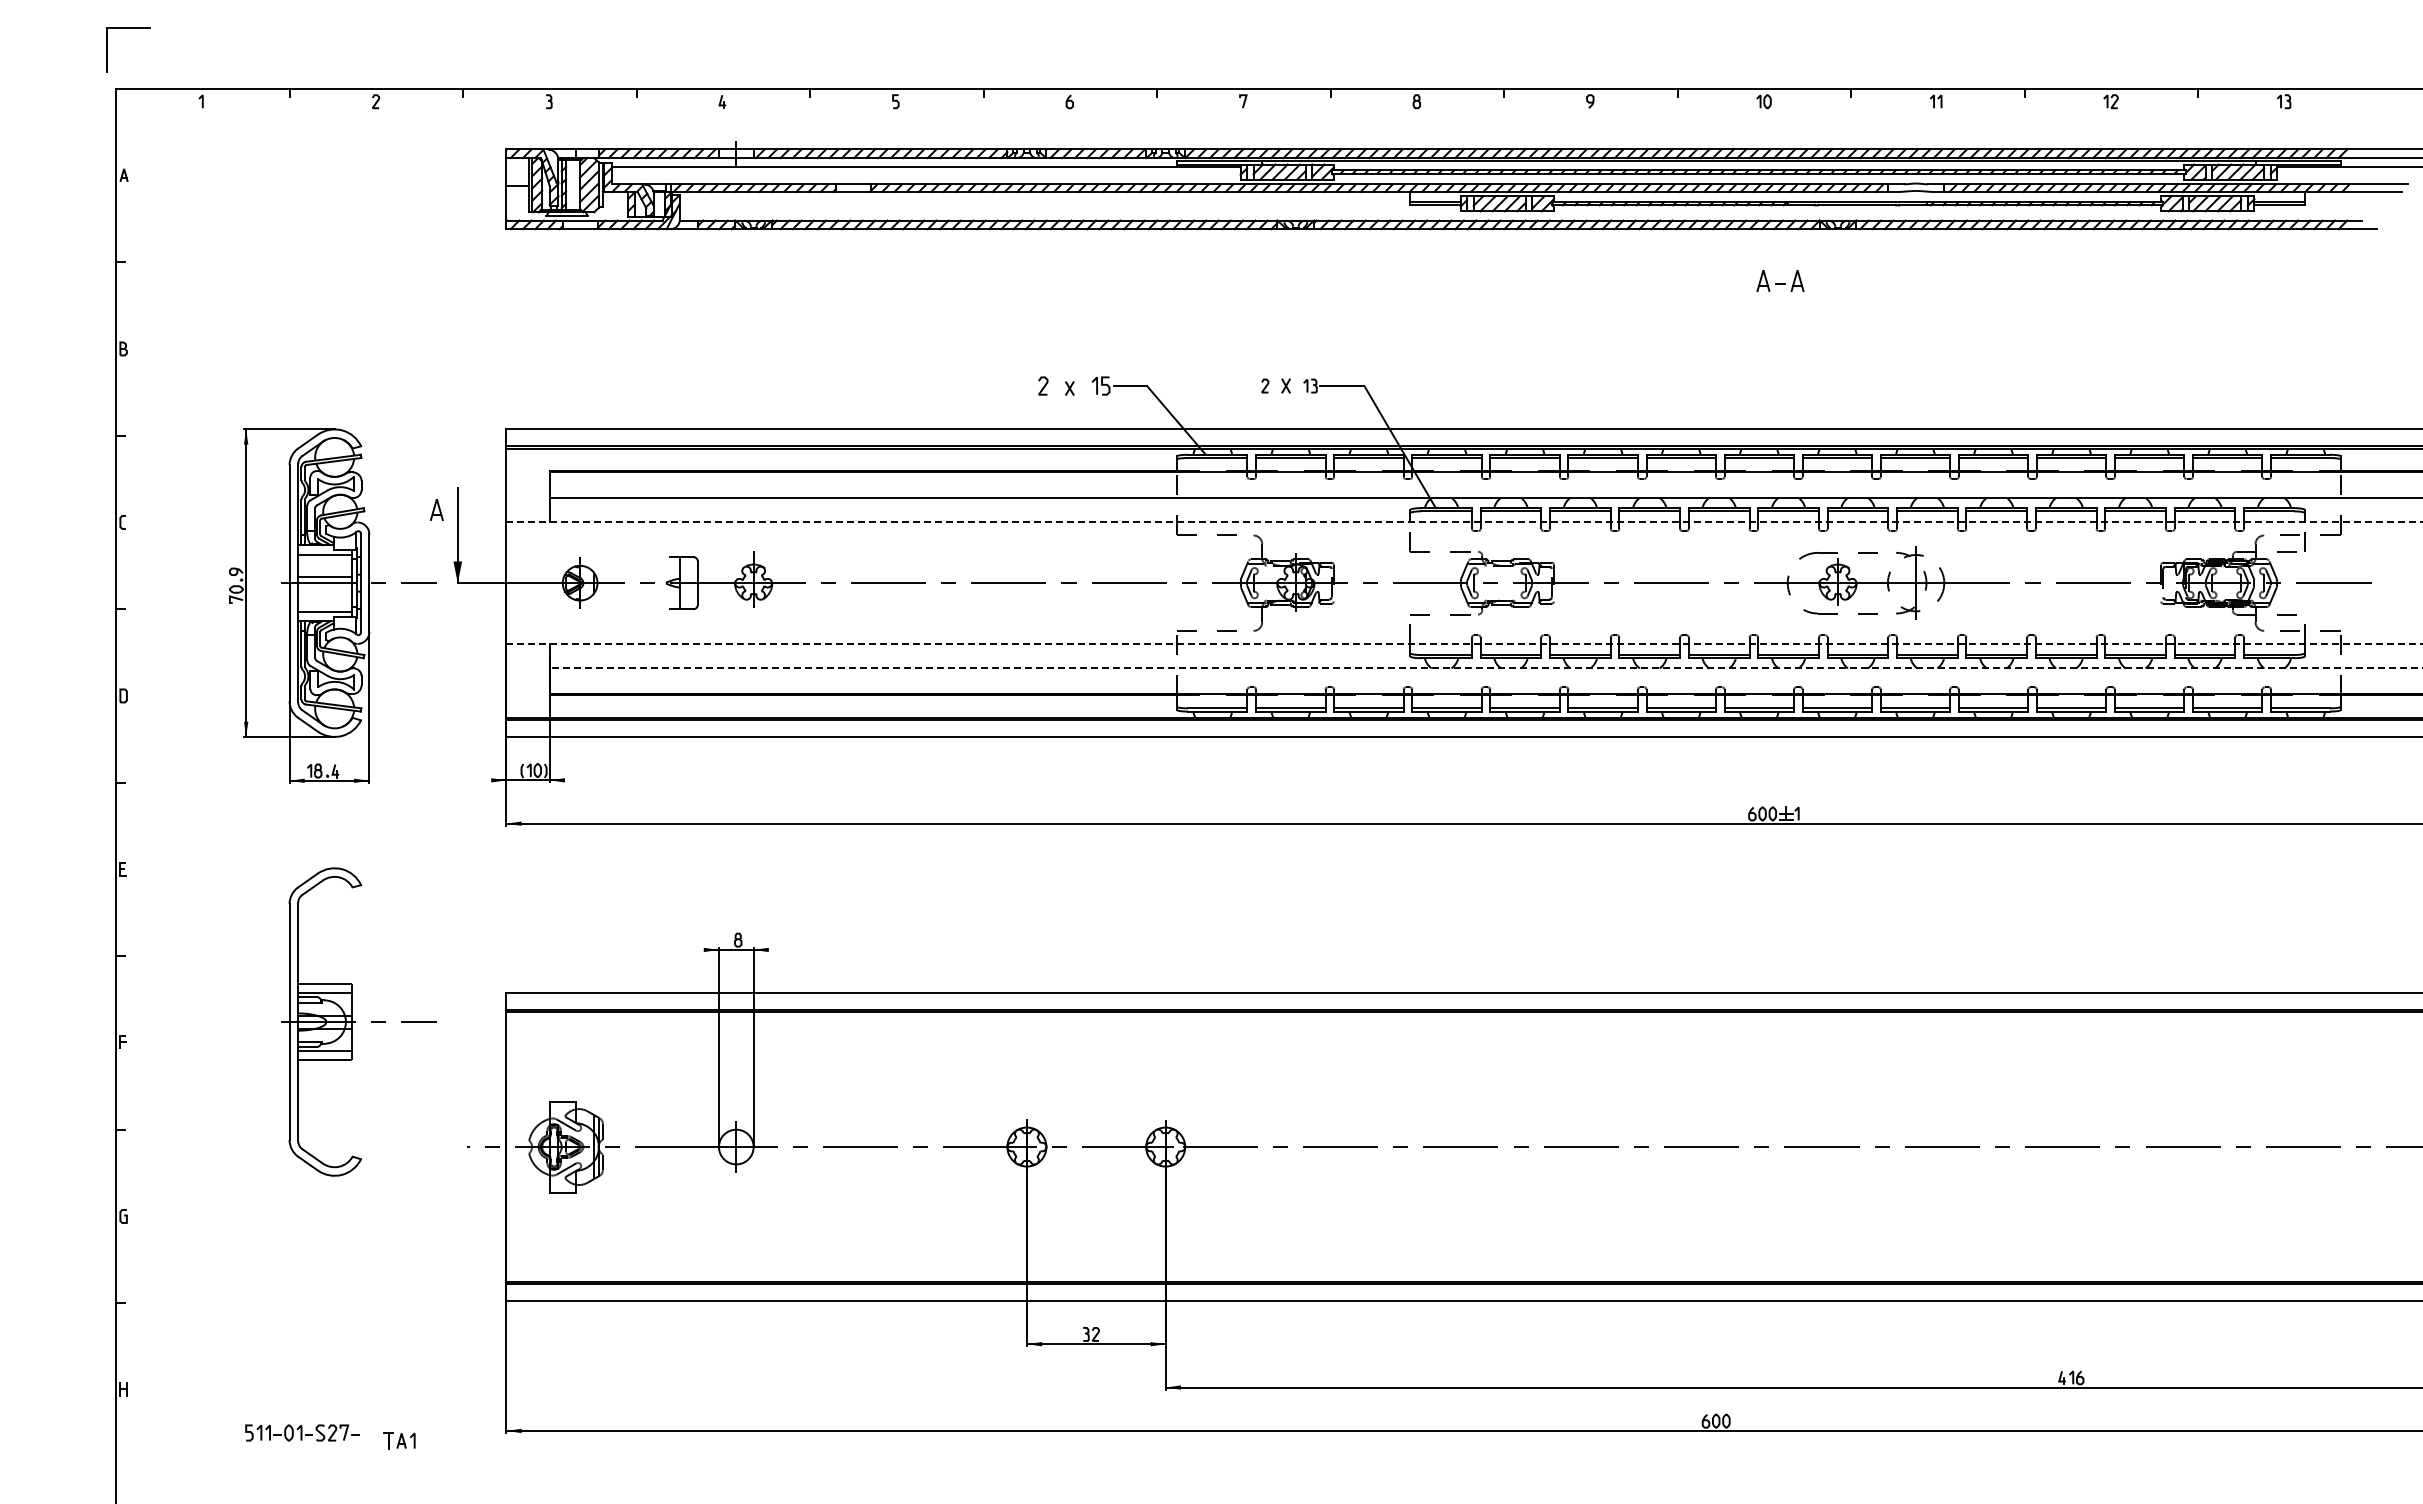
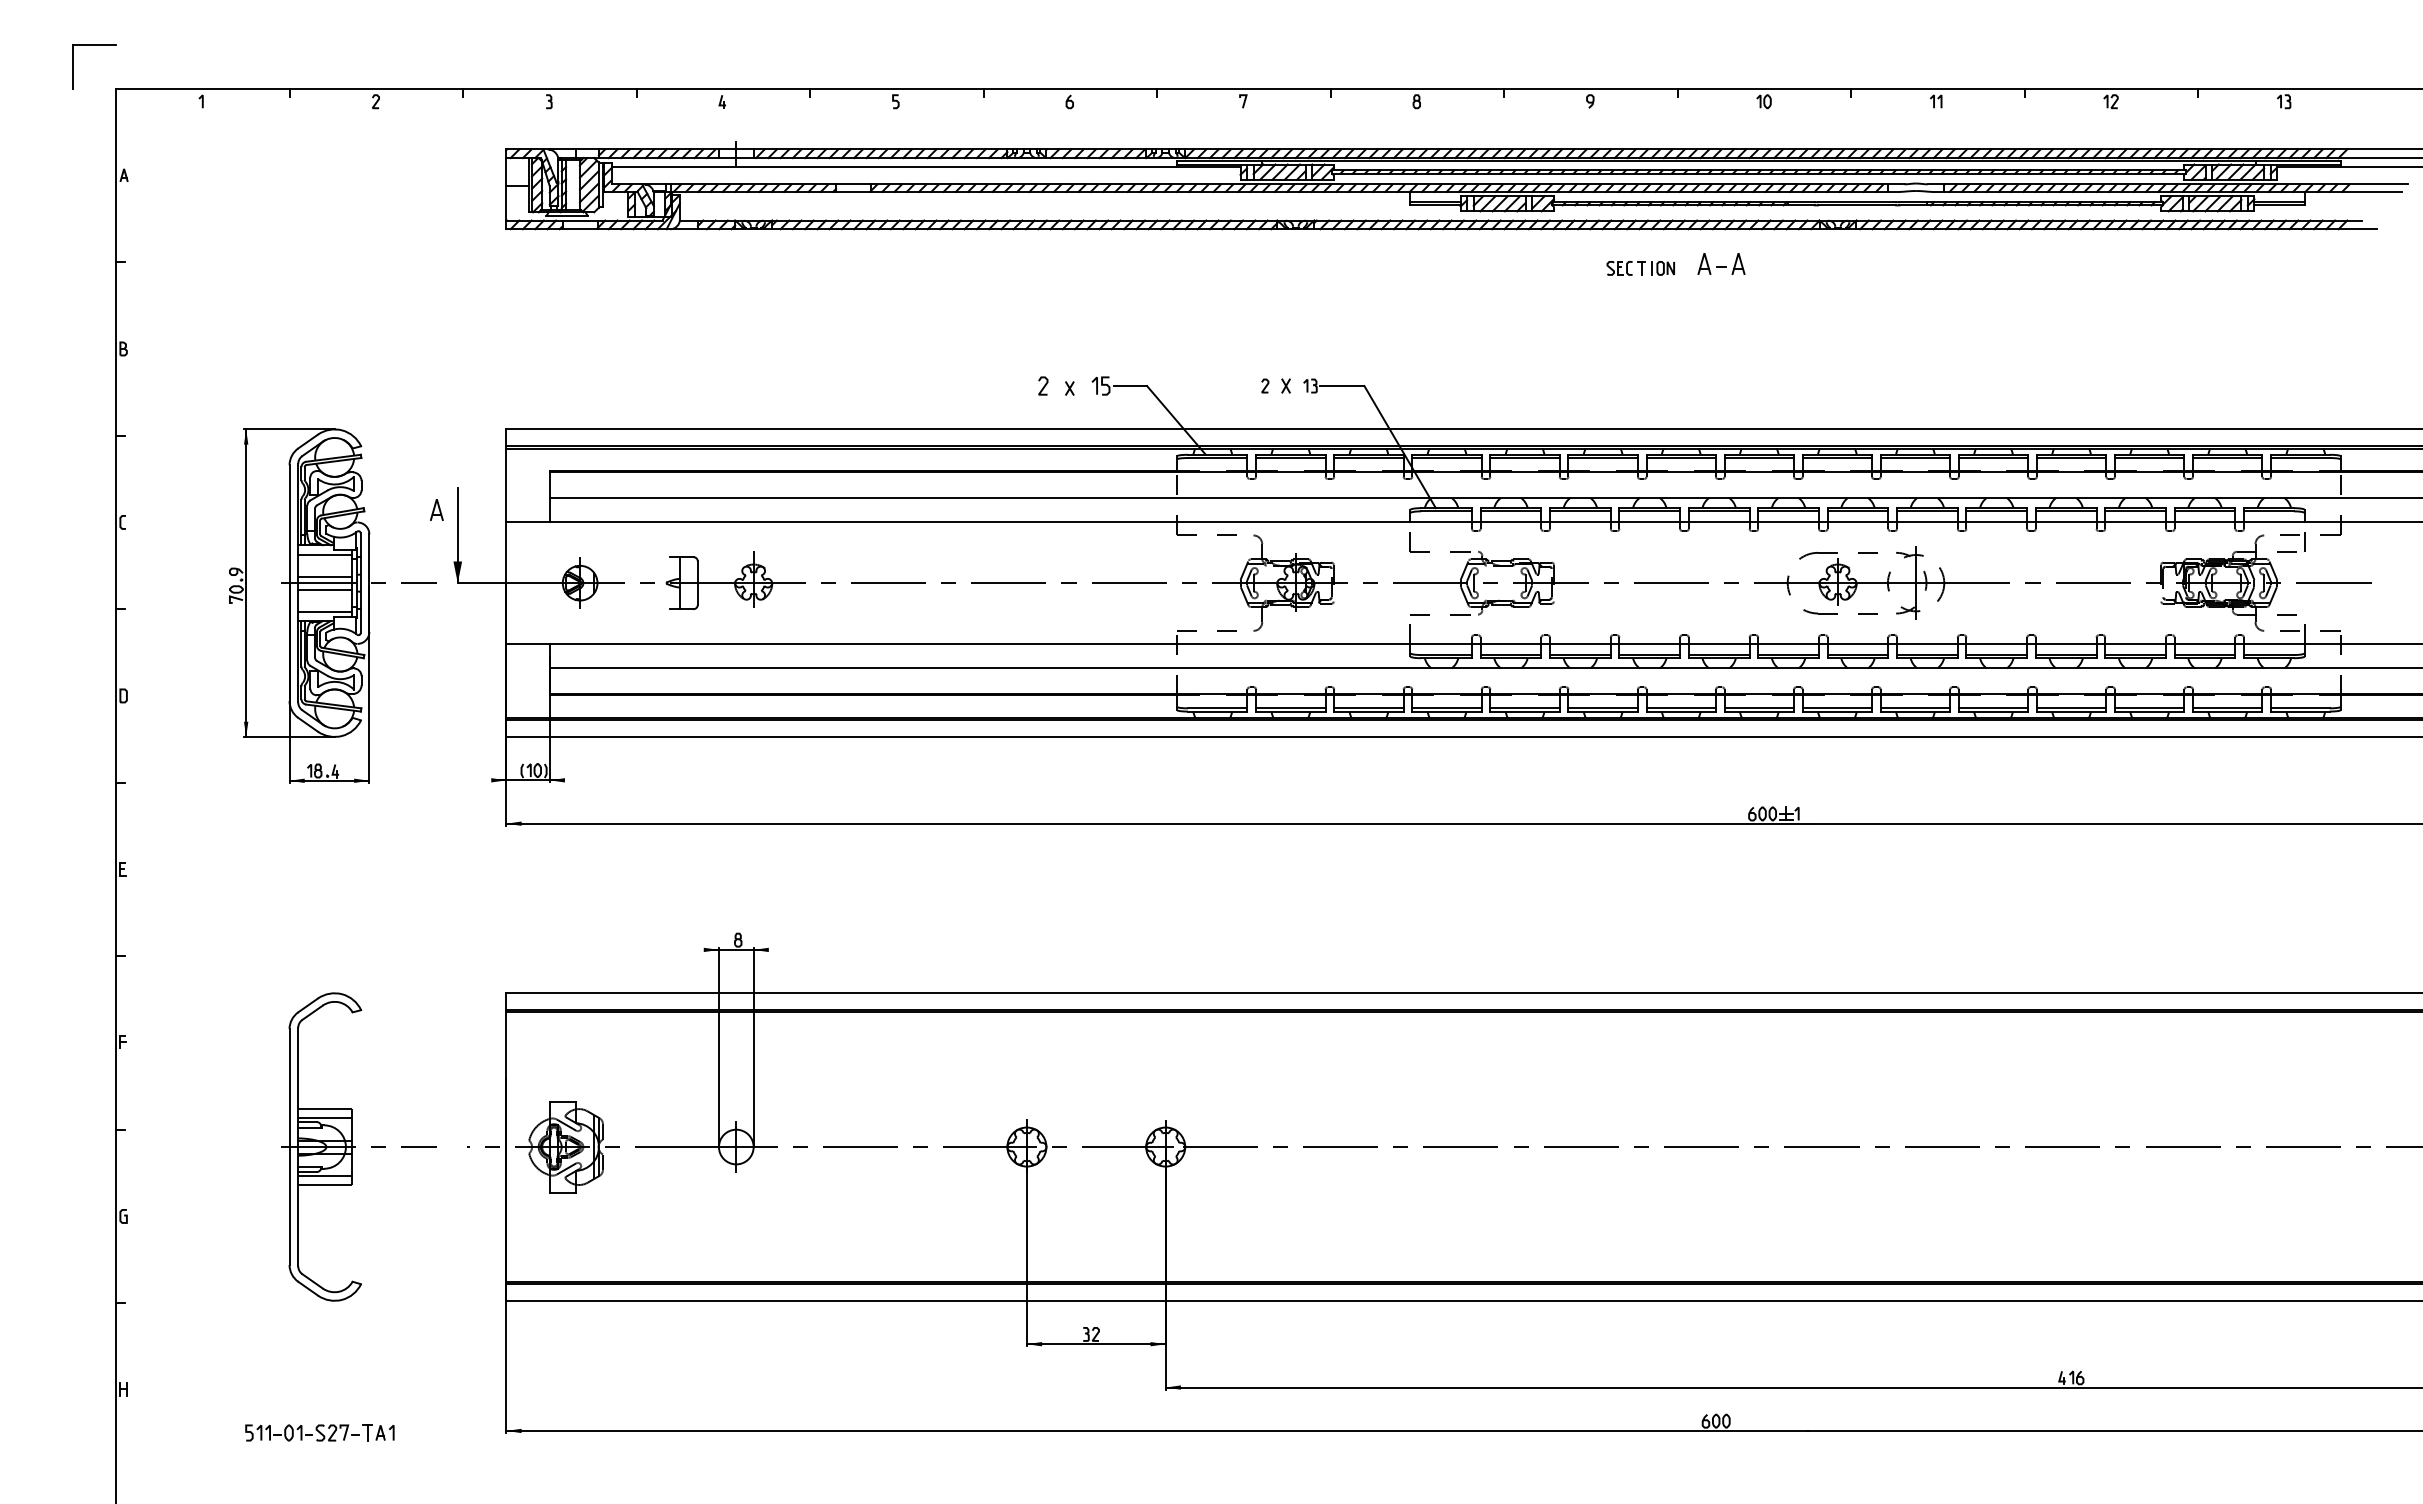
part at (128, 28) position: (128, 28) -> (94, 45)
part at (1640, 268): none -> present
part at (1780, 280) position: (1780, 280) -> (1721, 263)
line at (1464, 522): dashed -> solid
line at (325, 589): none -> present
line at (1464, 643): dashed -> solid
line at (1485, 668): dashed -> solid
part at (358, 1021) position: (358, 1021) -> (358, 1146)
part at (399, 1440) position: (399, 1440) -> (378, 1432)
